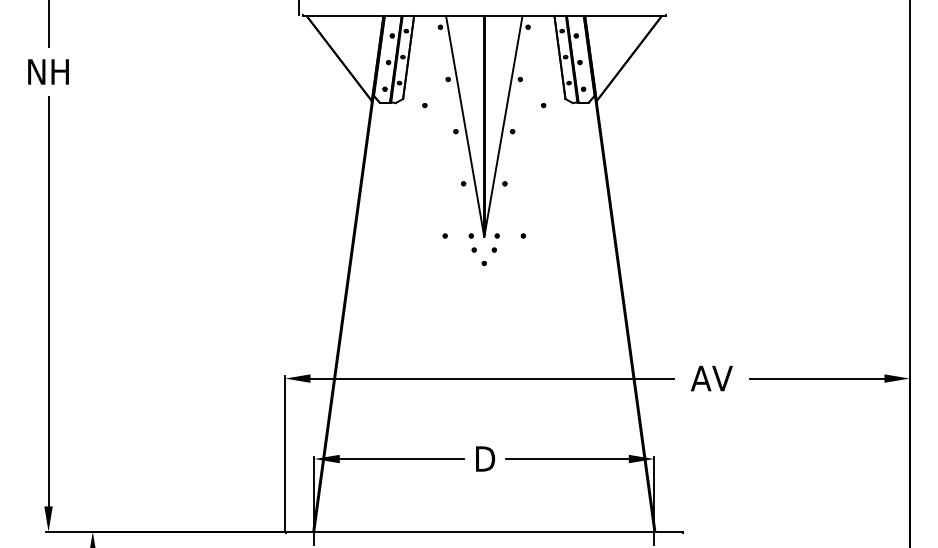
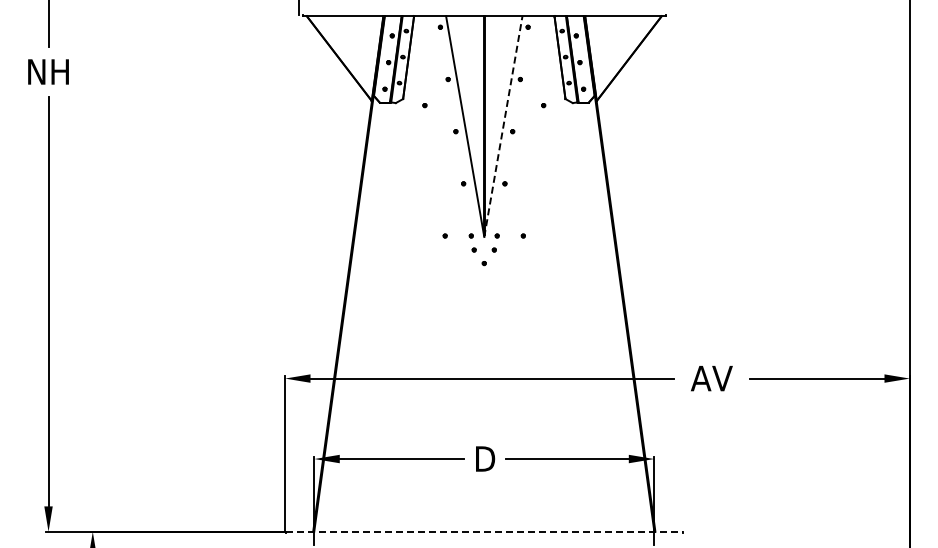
line at (503, 126): solid -> dashed
line at (484, 531): solid -> dashed
